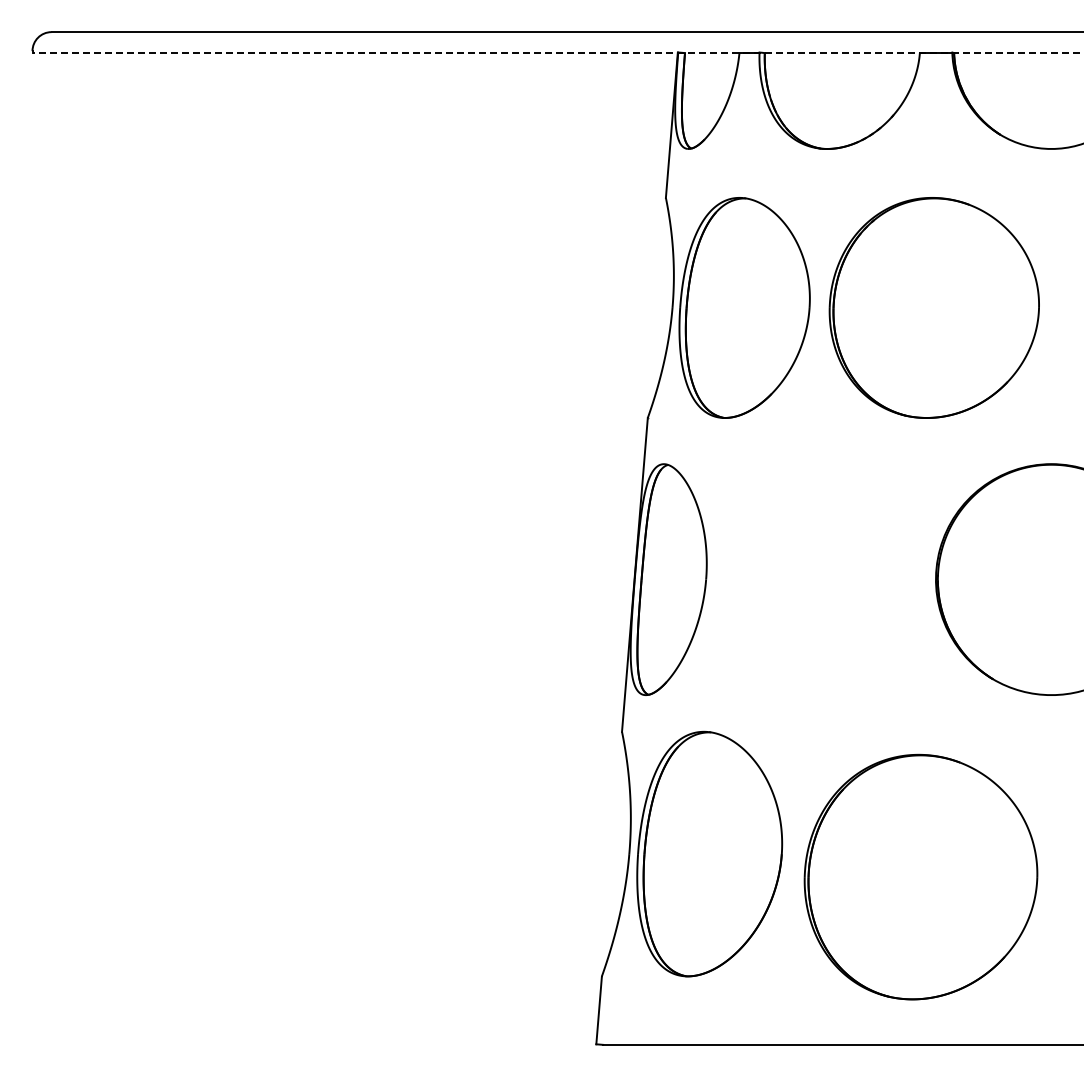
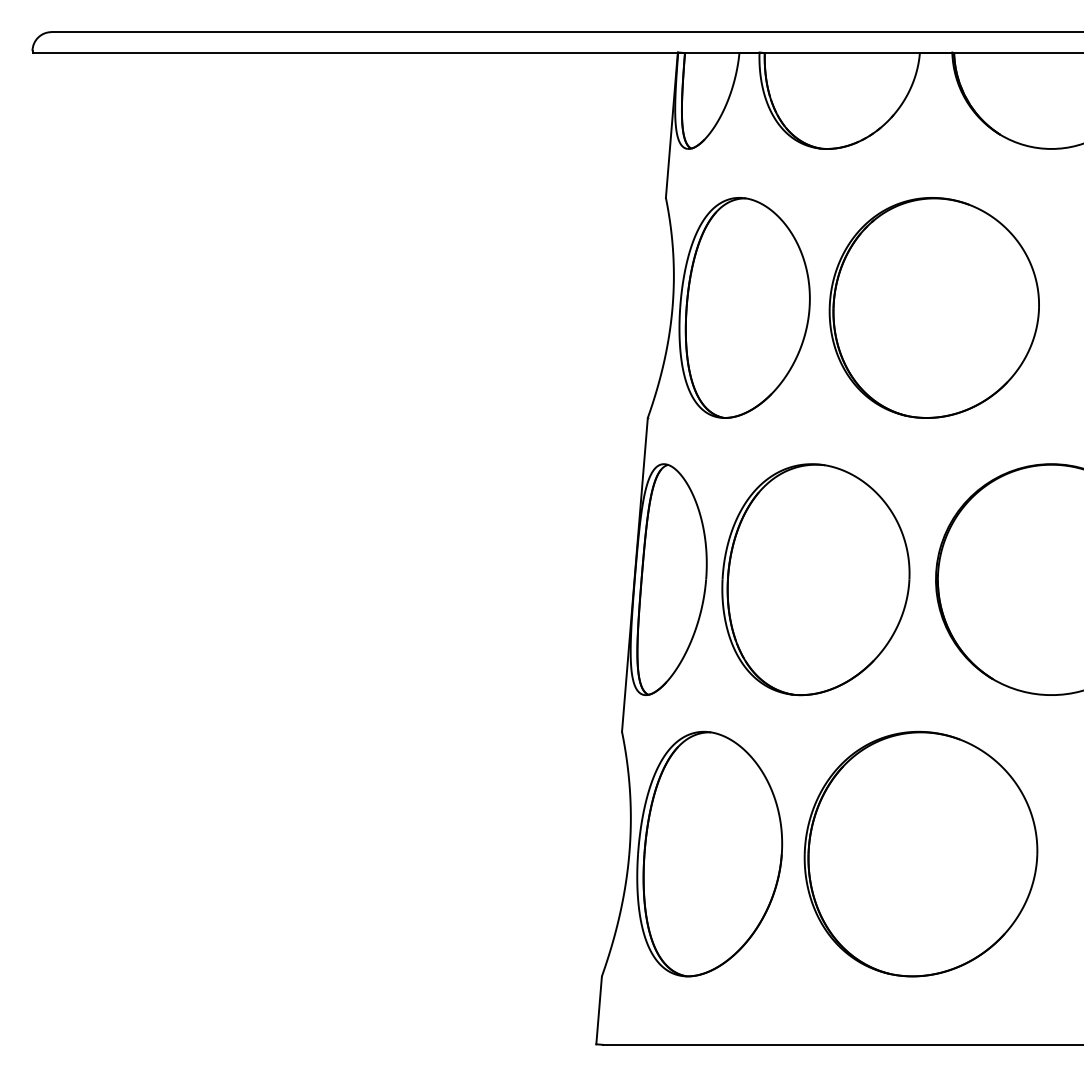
line at (557, 52): dashed -> solid
part at (815, 579): none -> present
part at (920, 876) position: (920, 876) -> (920, 853)
